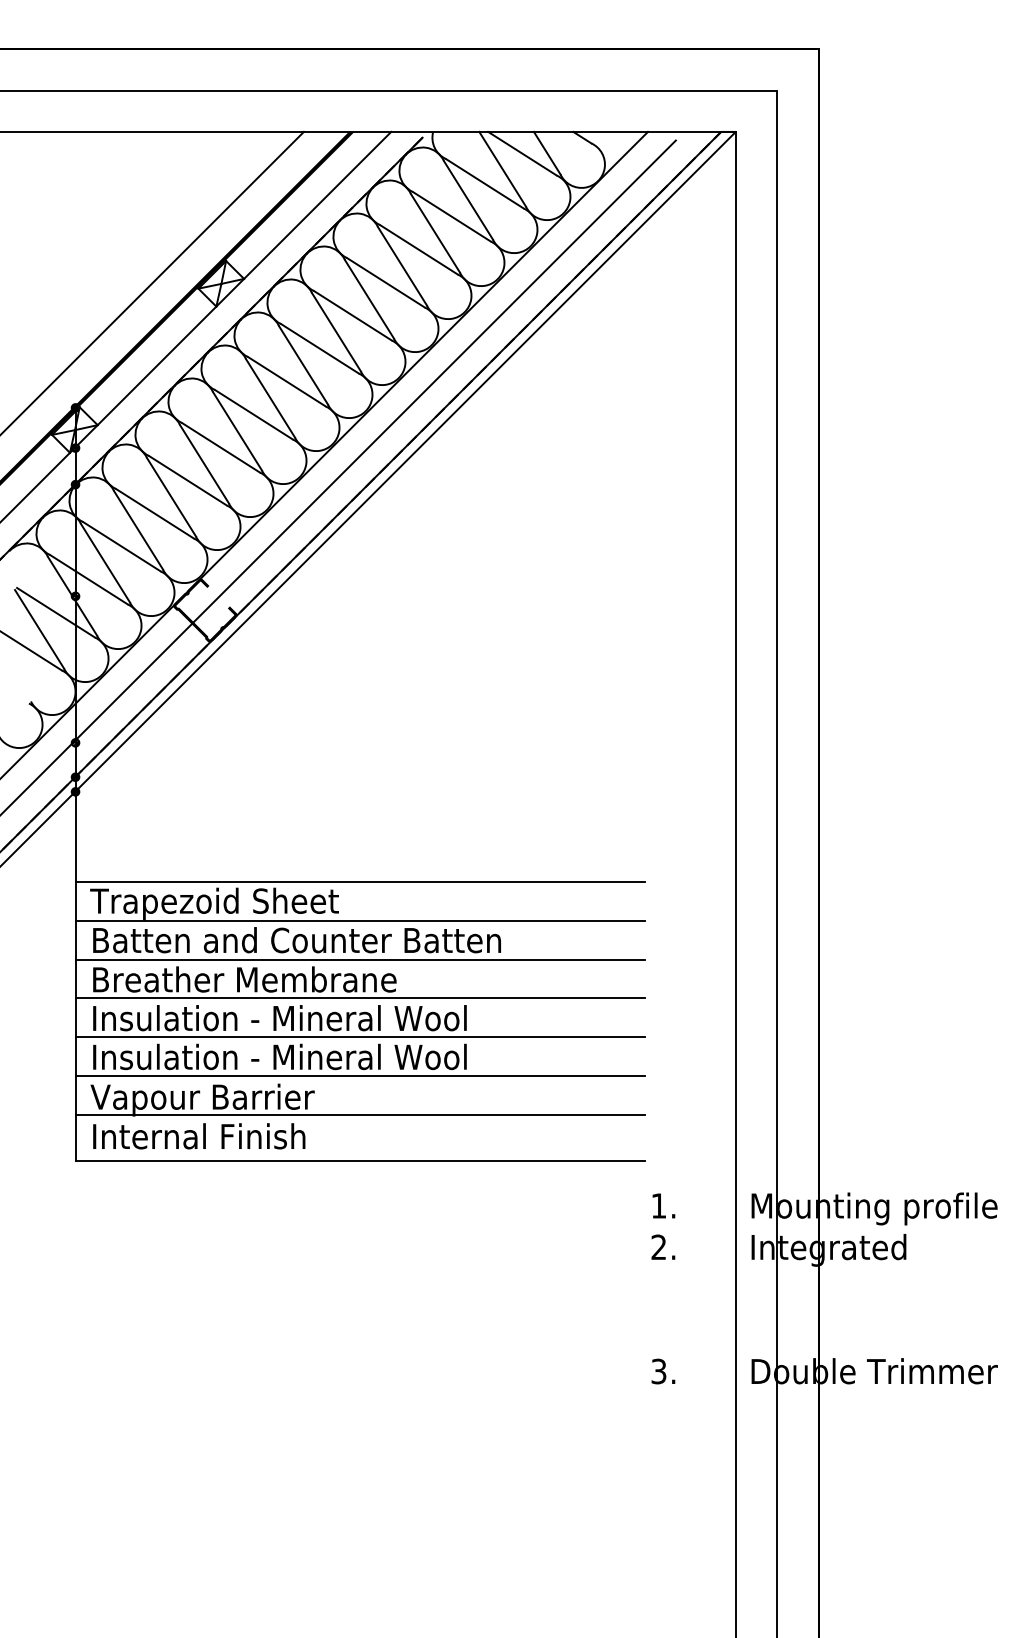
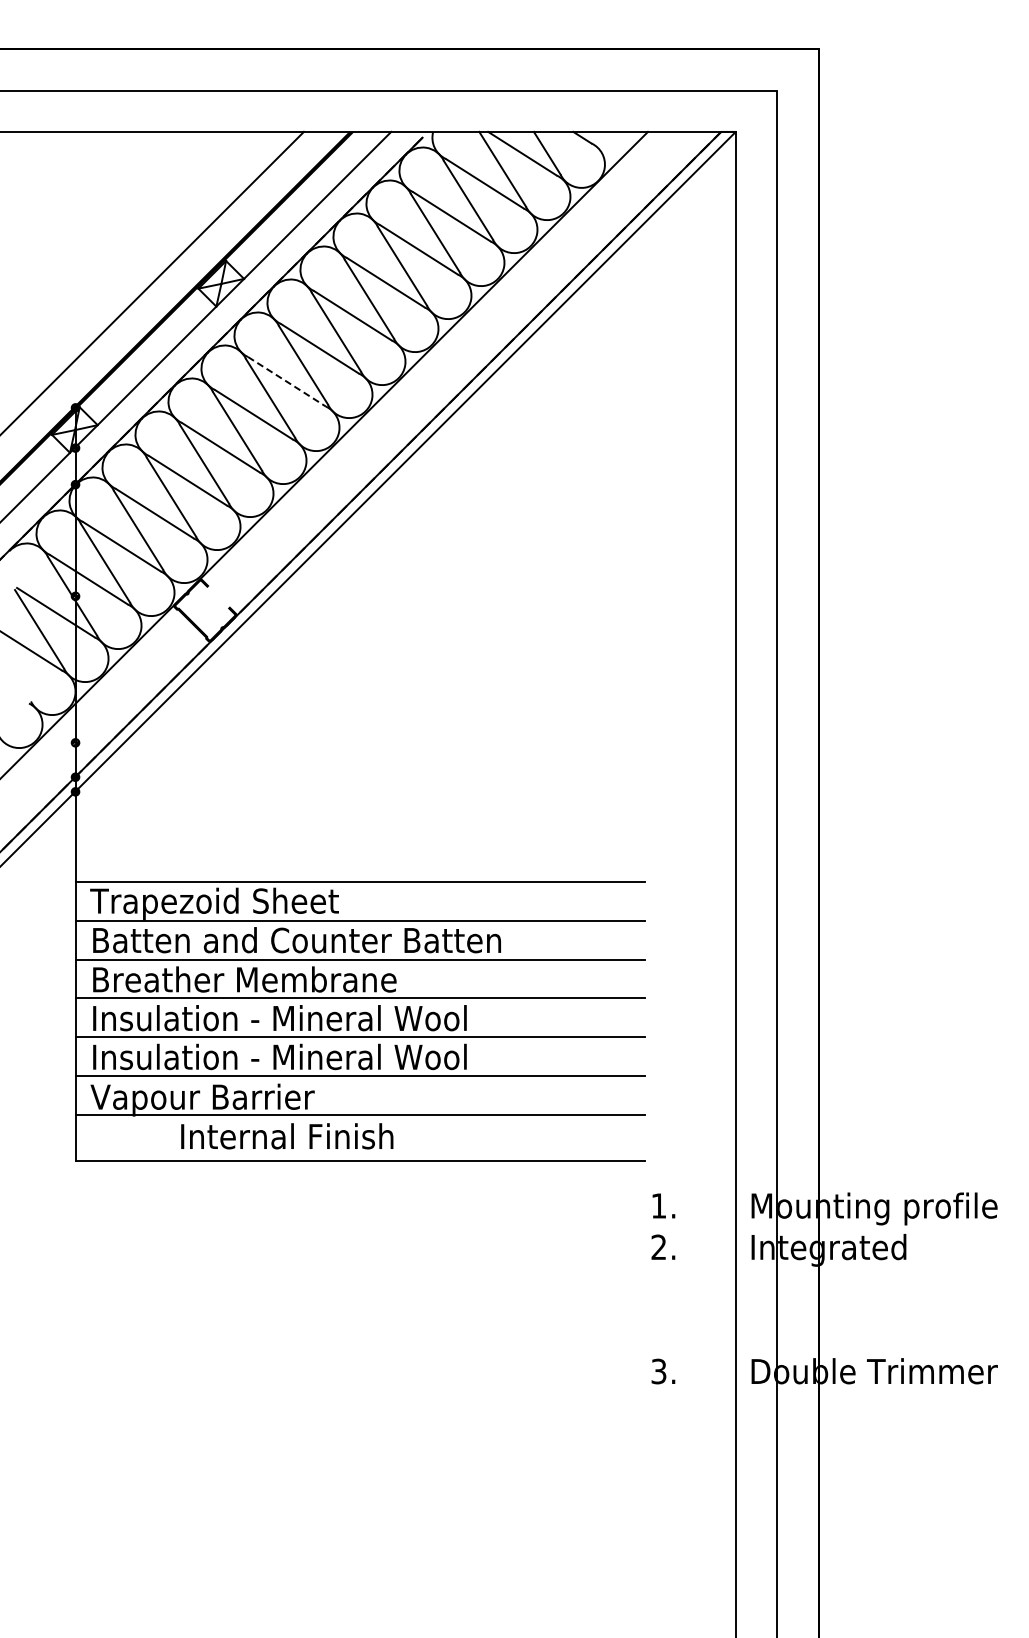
line at (287, 382): solid -> dashed
line at (338, 476): present -> none
text at (199, 1136) position: (199, 1136) -> (287, 1136)
